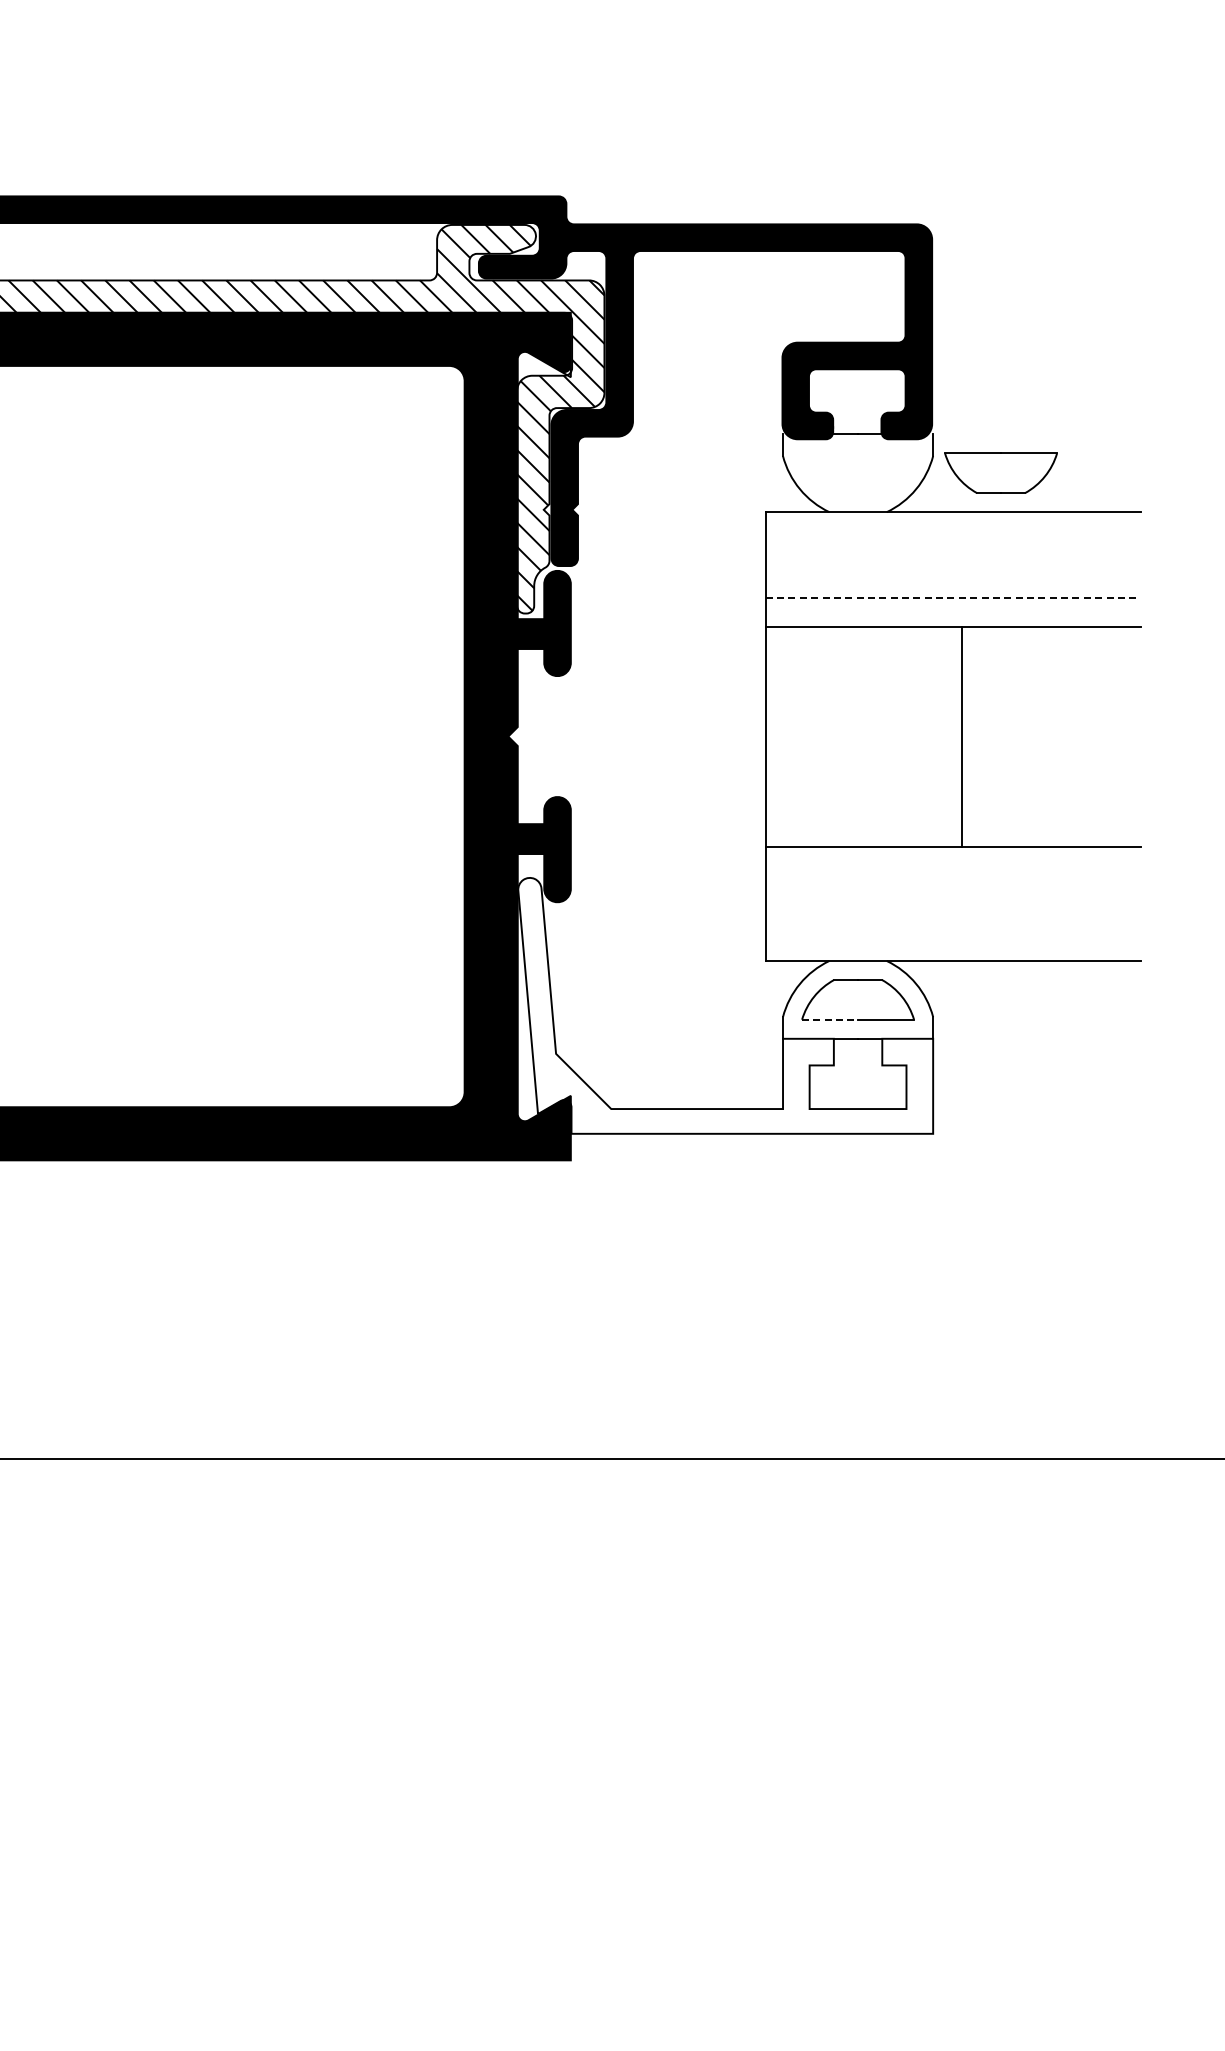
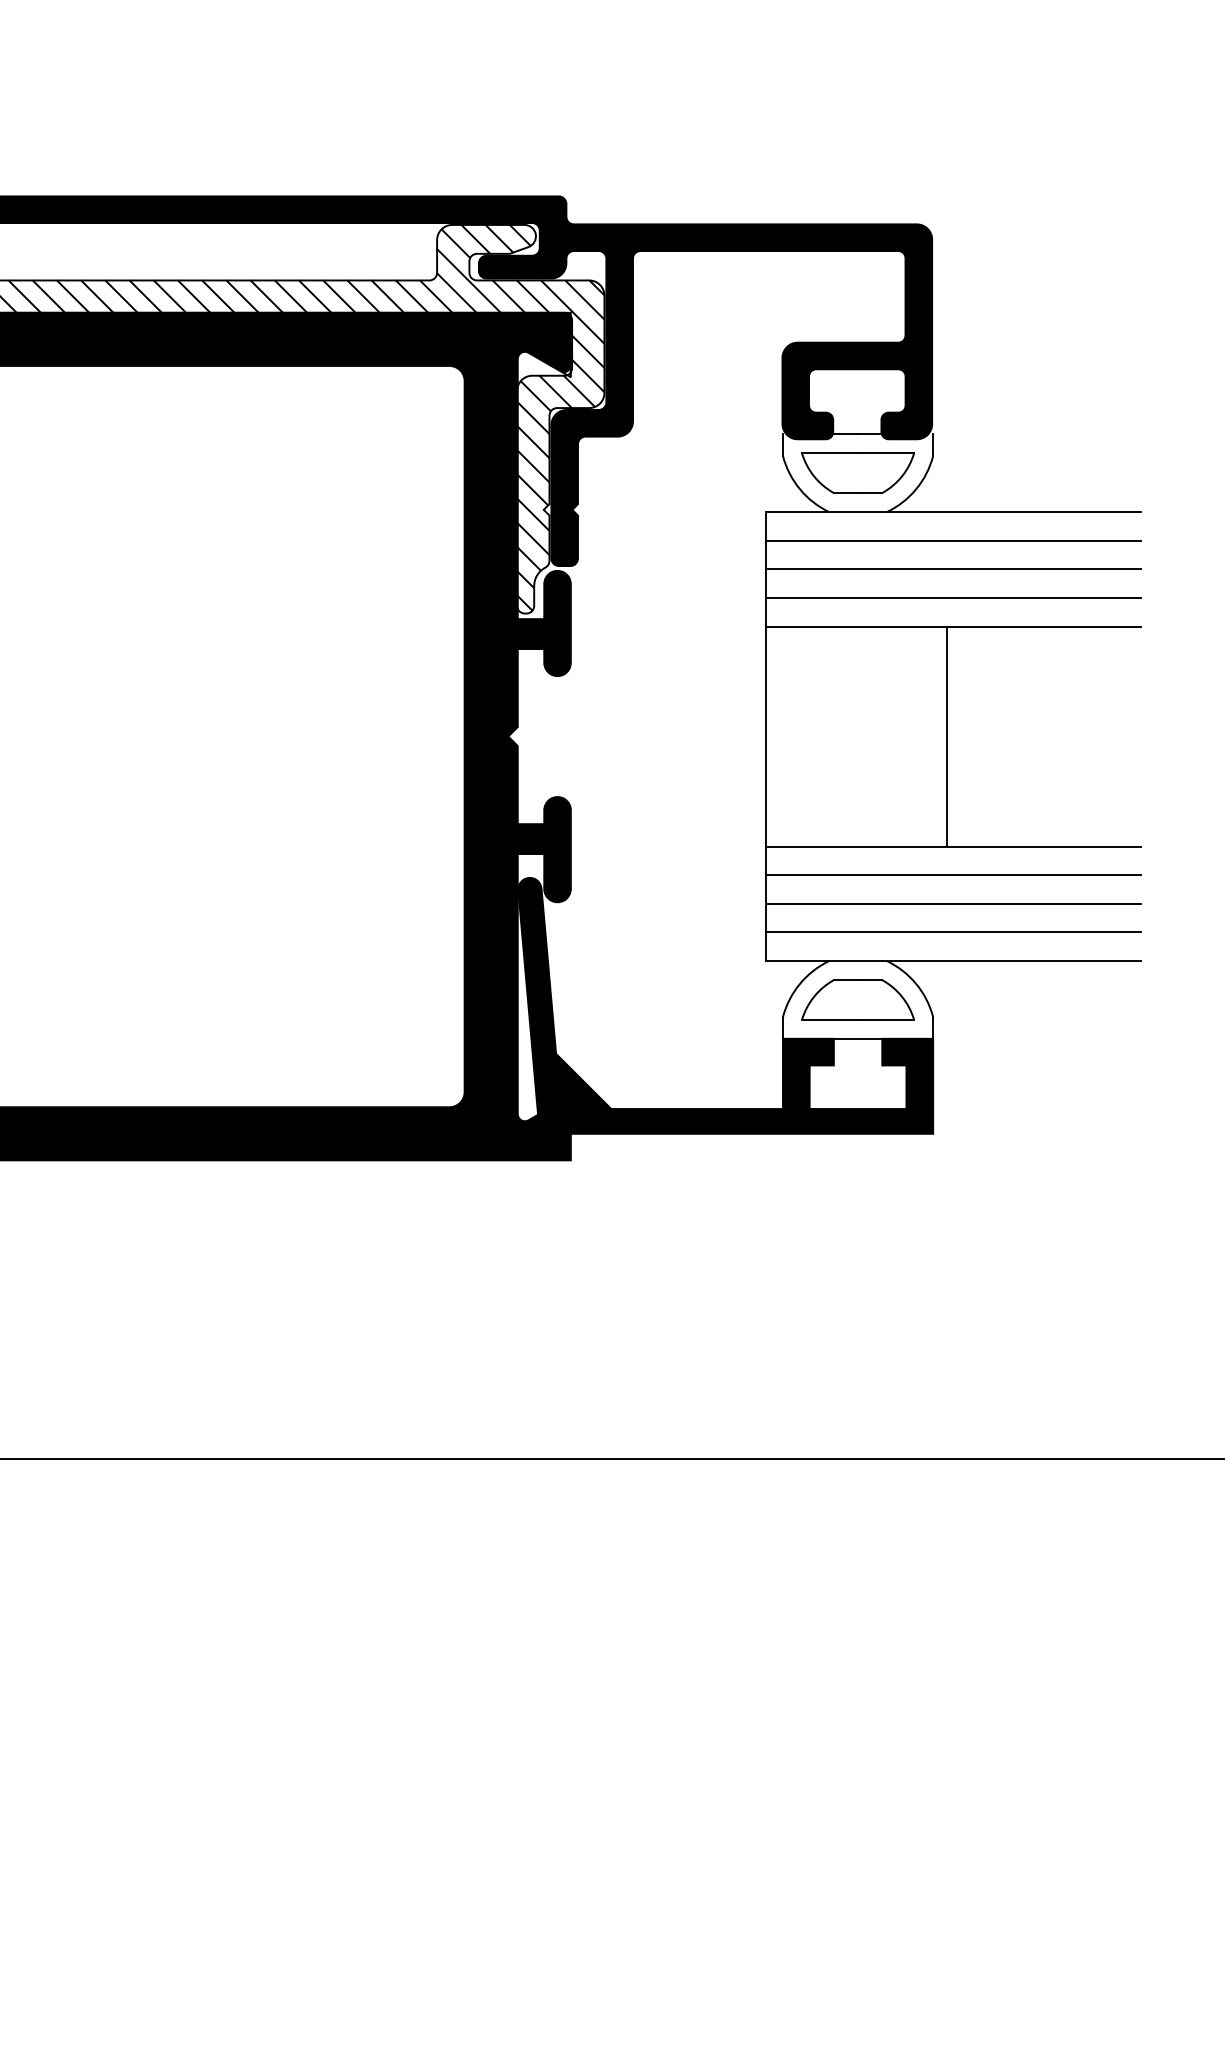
part at (1000, 472) position: (1000, 472) -> (857, 472)
line at (952, 540): none -> present
line at (952, 569): none -> present
line at (953, 598): dashed -> solid
line at (961, 736) position: (961, 736) -> (946, 736)
line at (952, 875): none -> present
line at (952, 903): none -> present
line at (952, 932): none -> present
fill at (725, 1005): none -> present
line at (830, 1019): dashed -> solid
